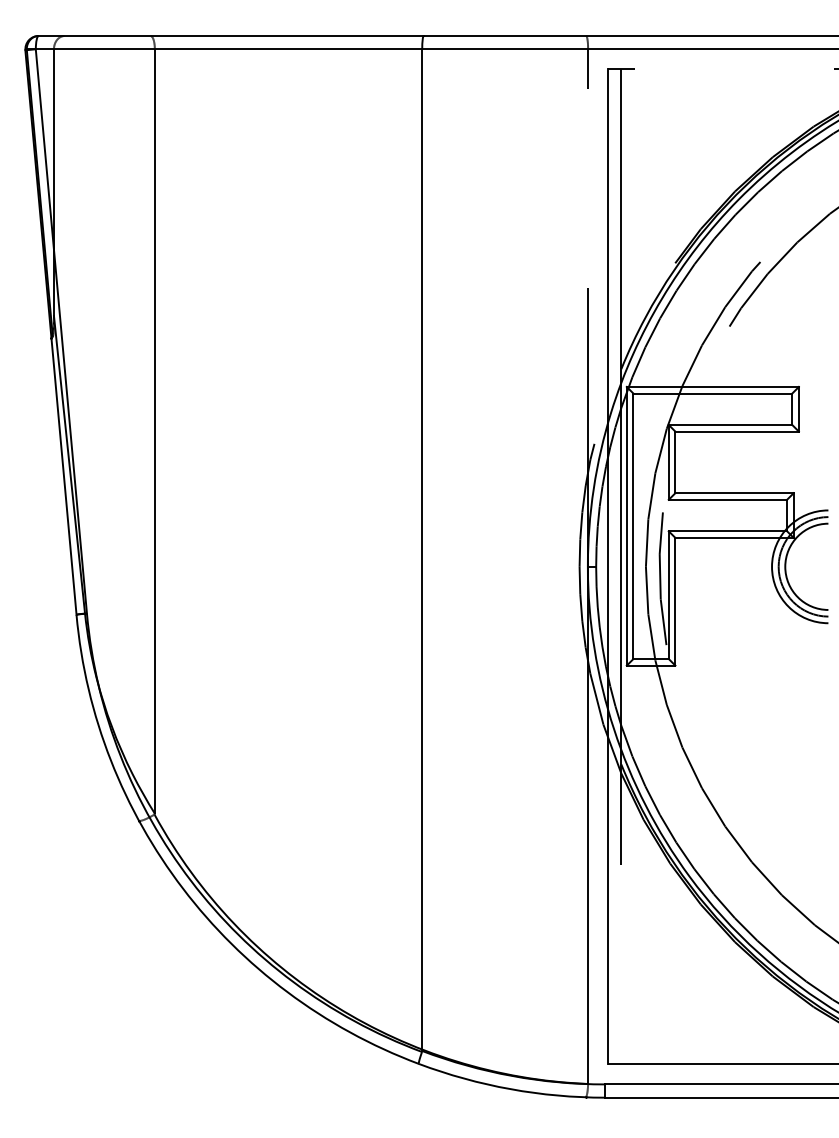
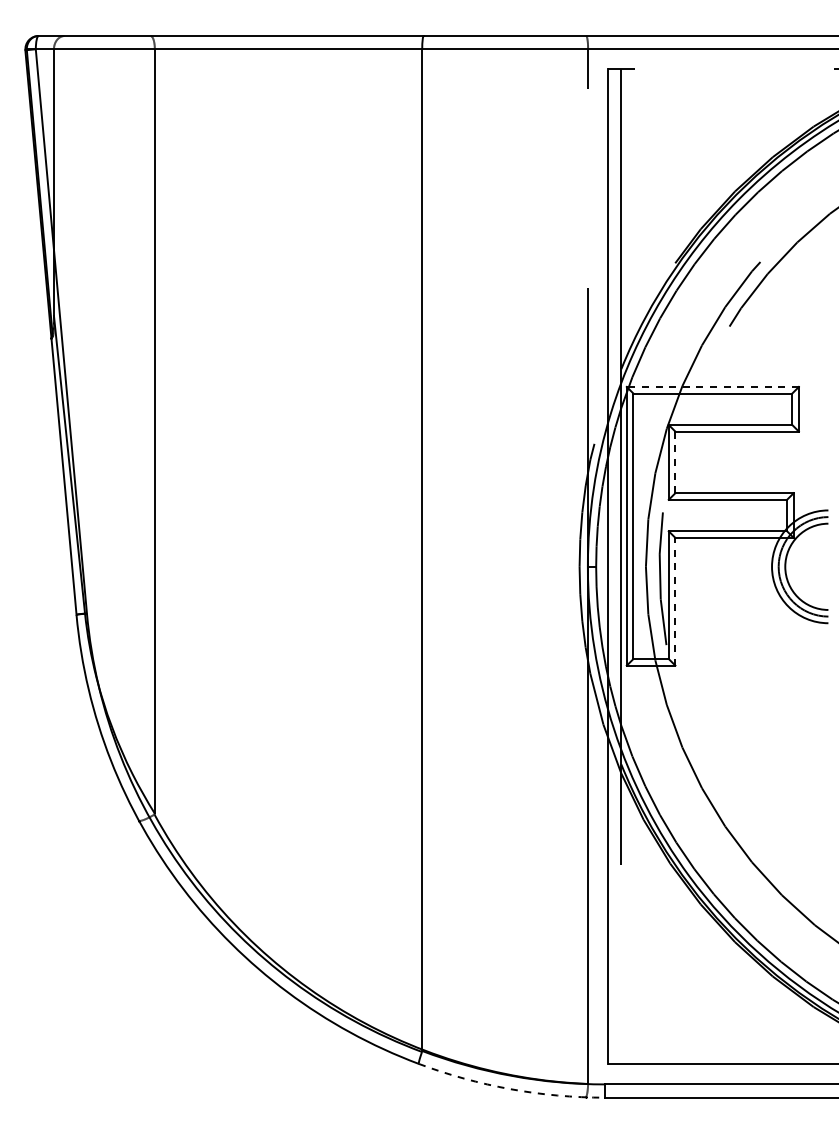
line at (712, 386): solid -> dashed
line at (675, 462): solid -> dashed
line at (675, 601): solid -> dashed
arc at (510, 1089): solid -> dashed
